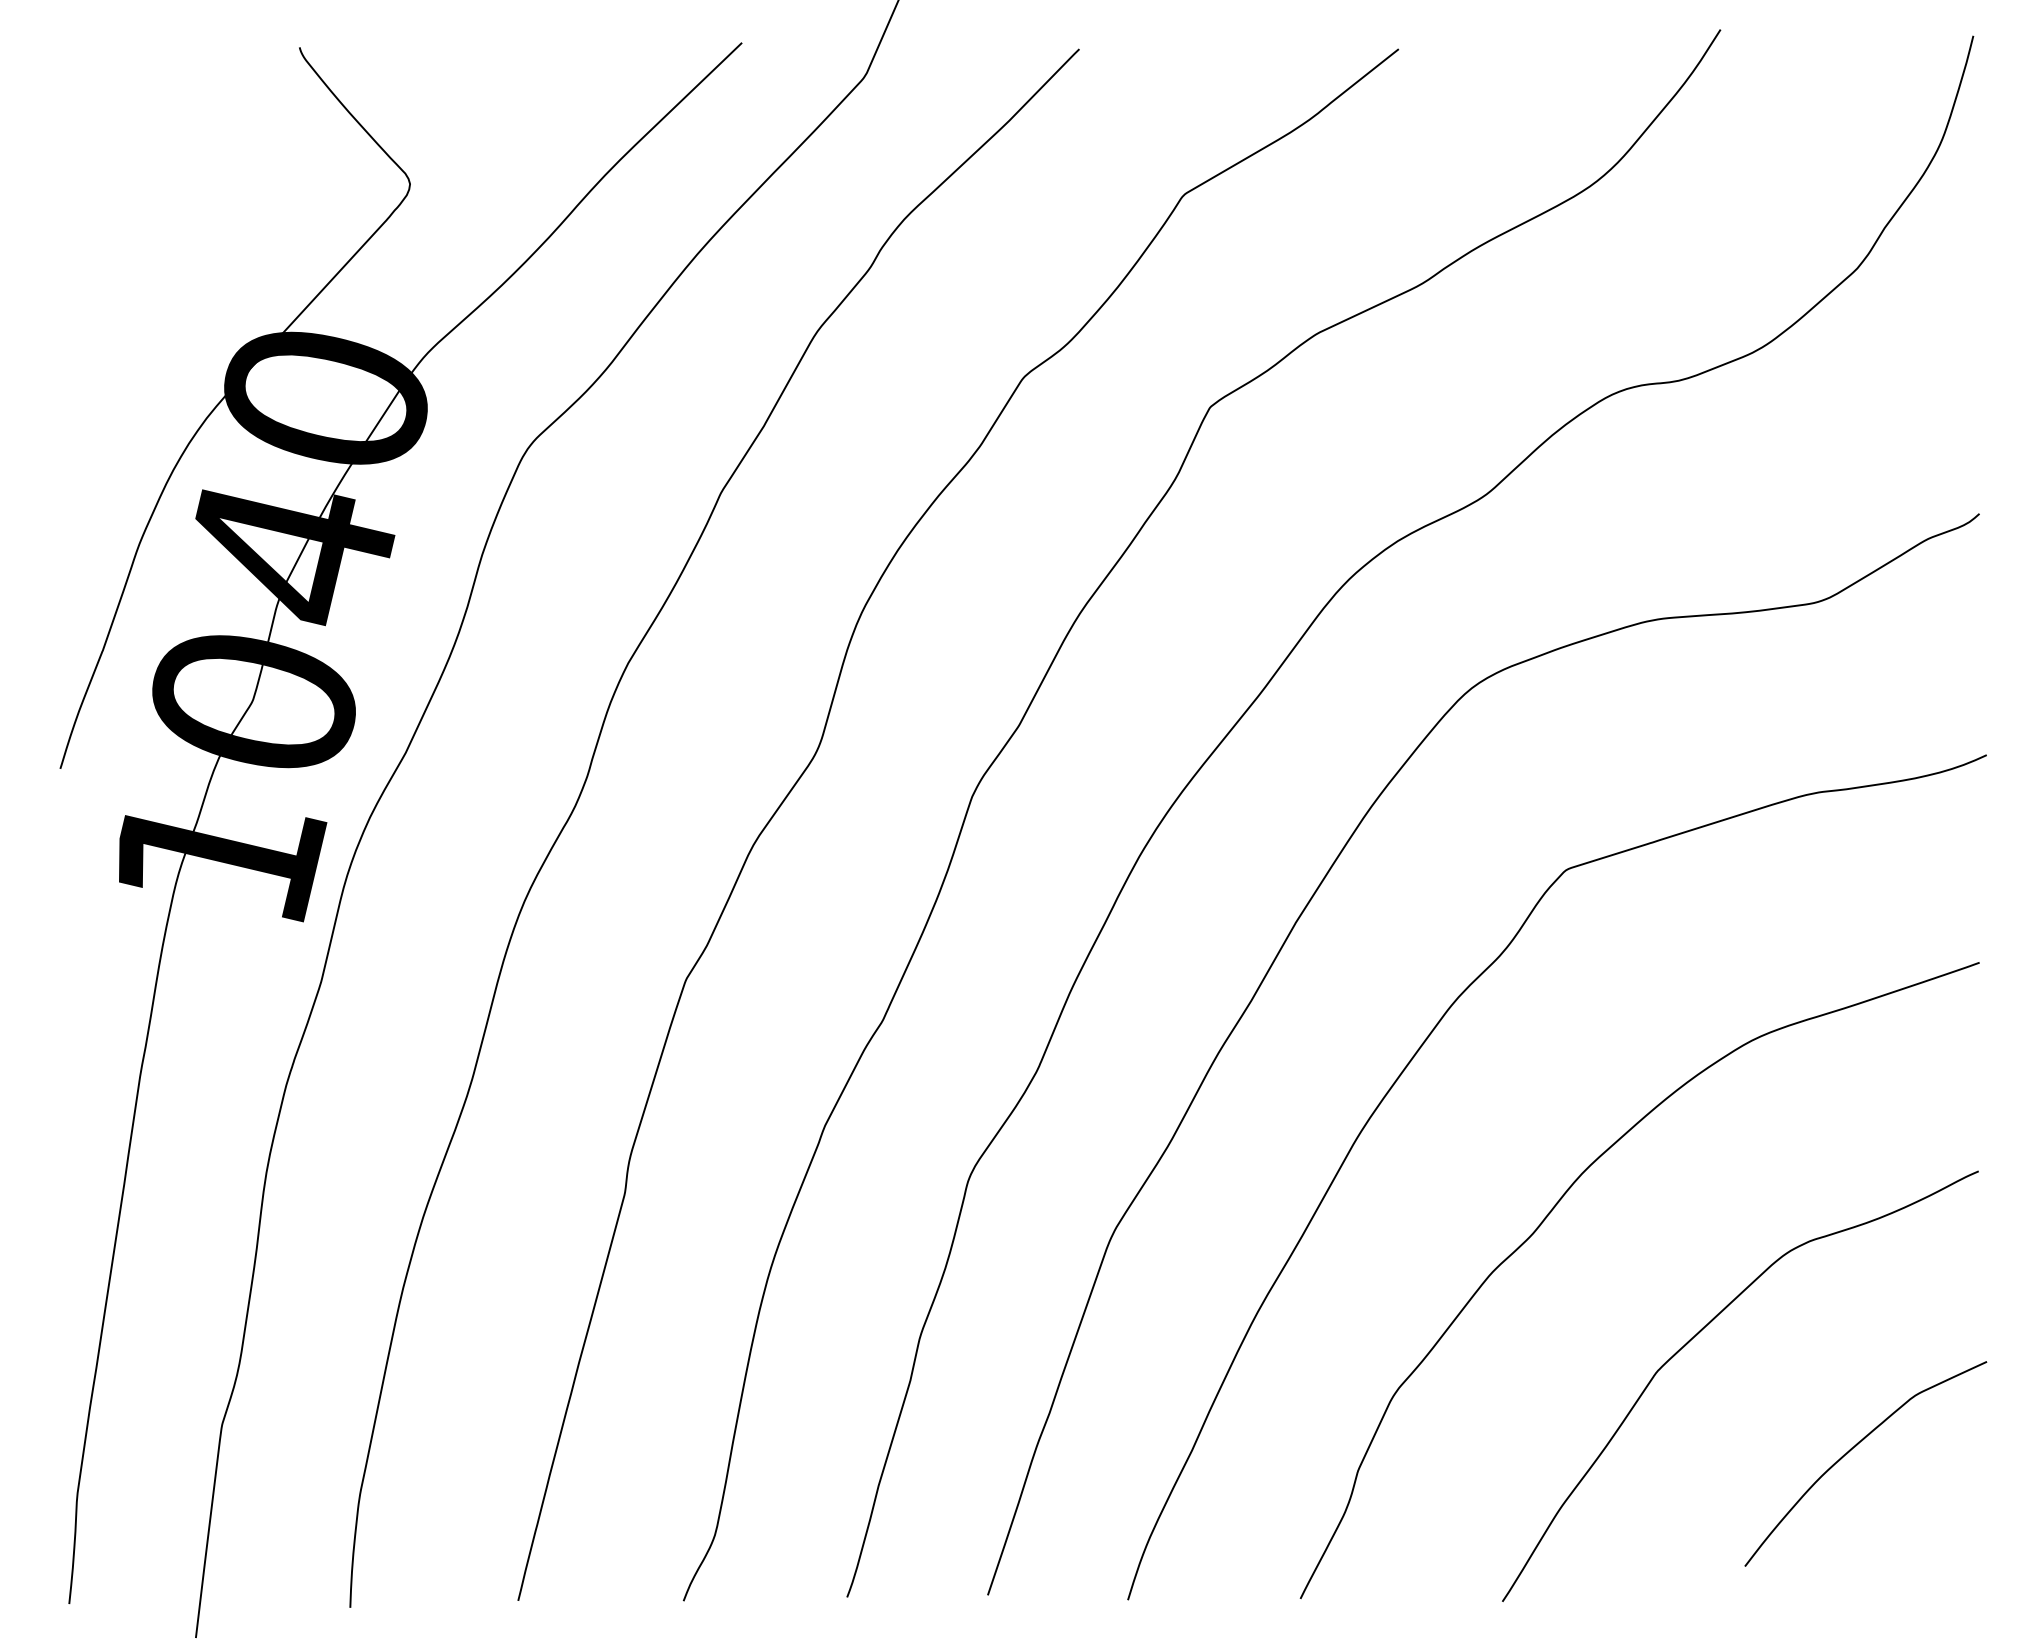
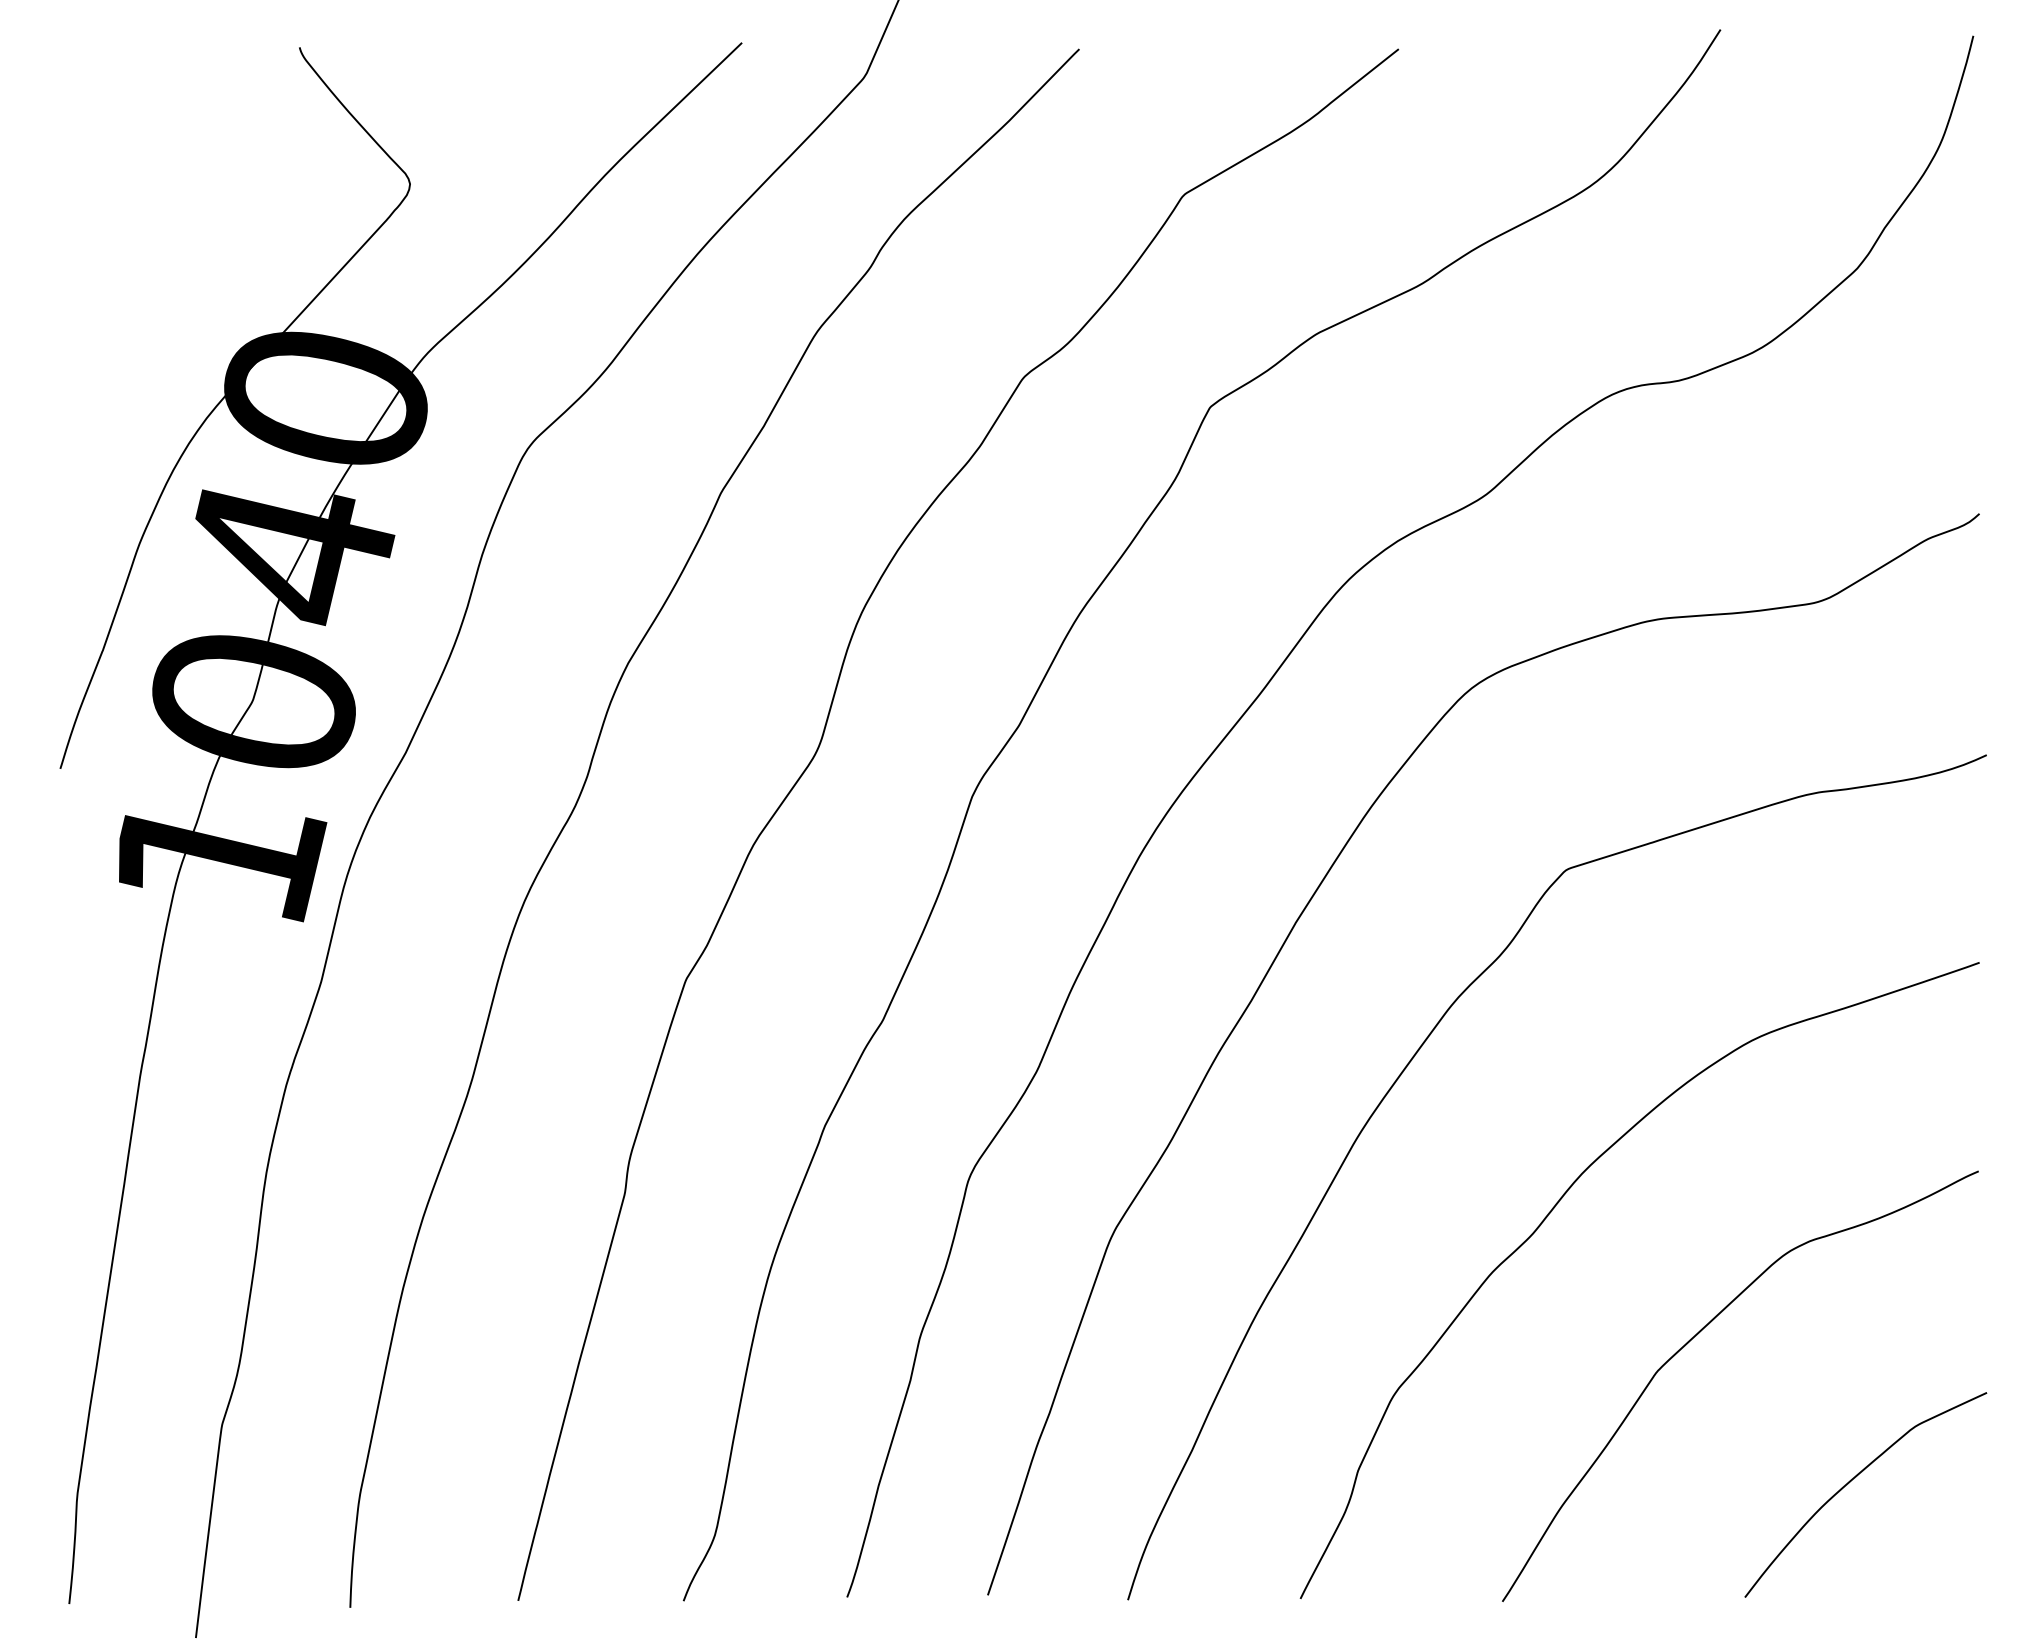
curve at (1852, 1449) position: (1852, 1449) -> (1852, 1480)
